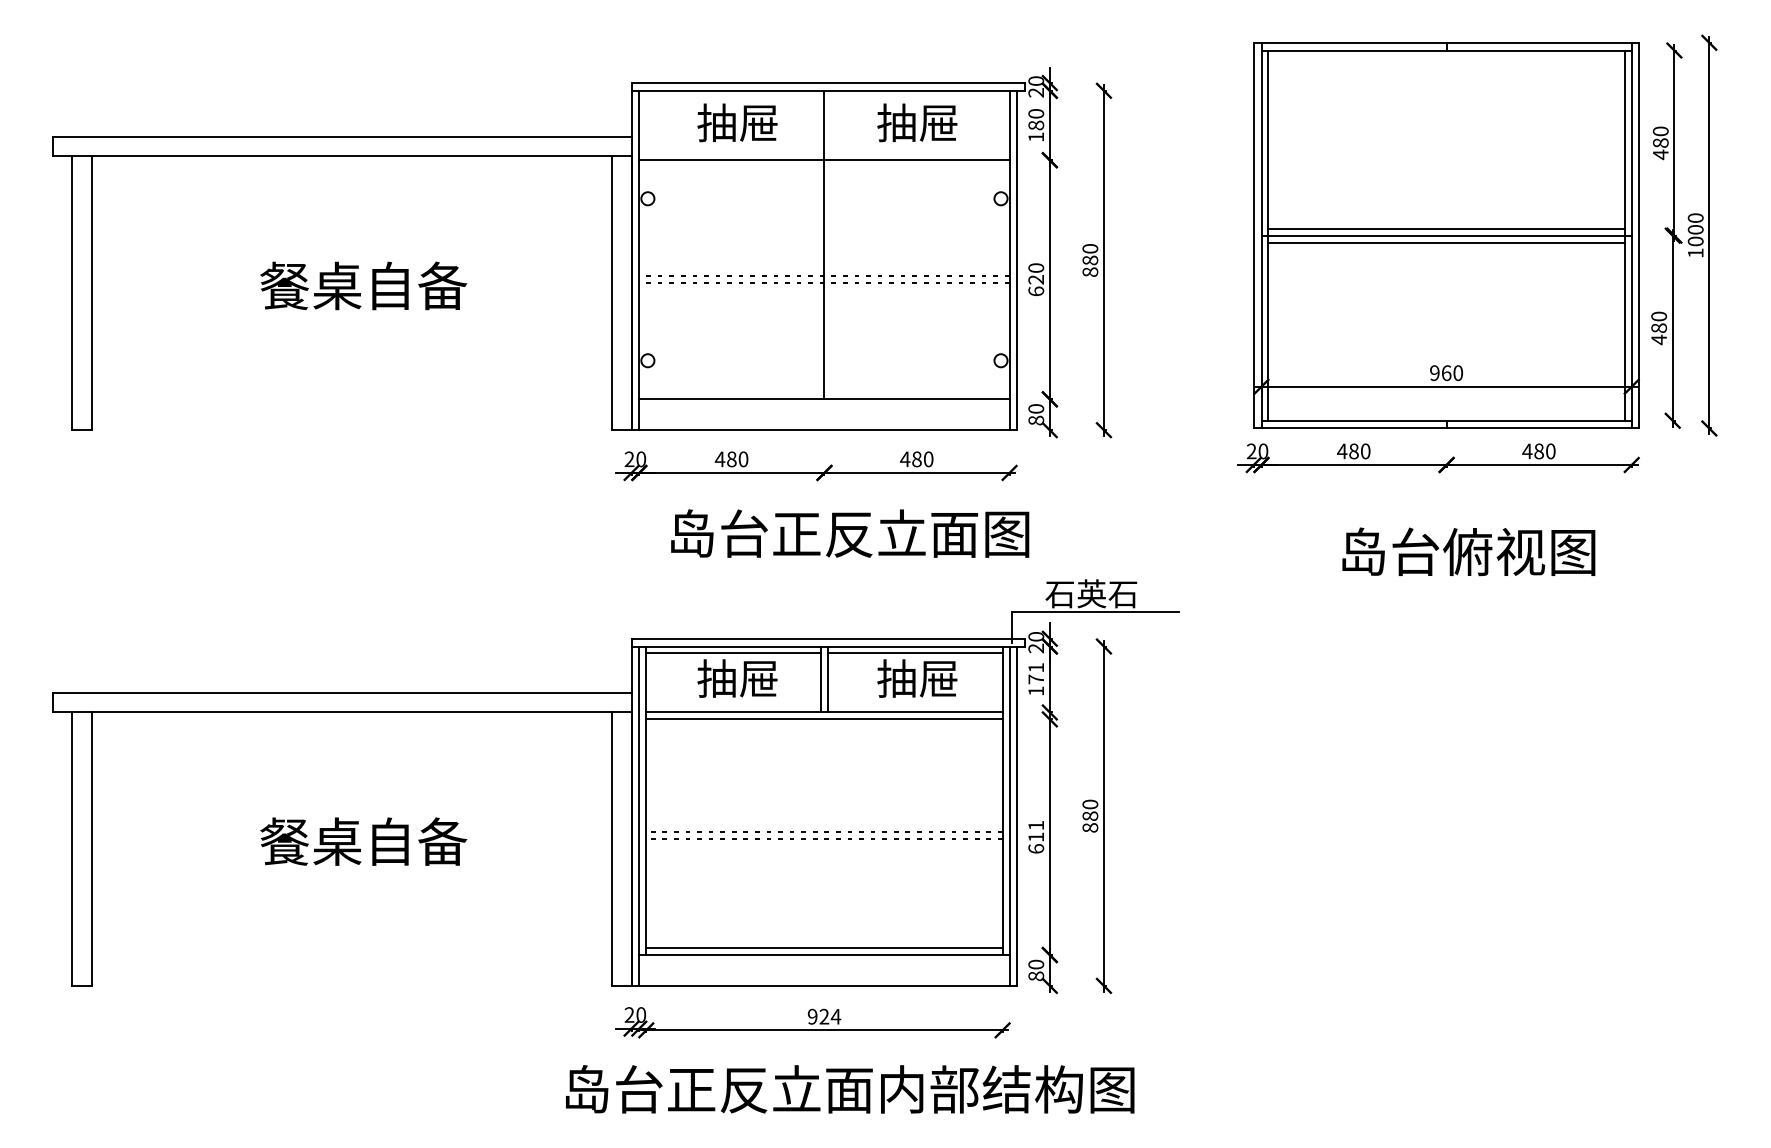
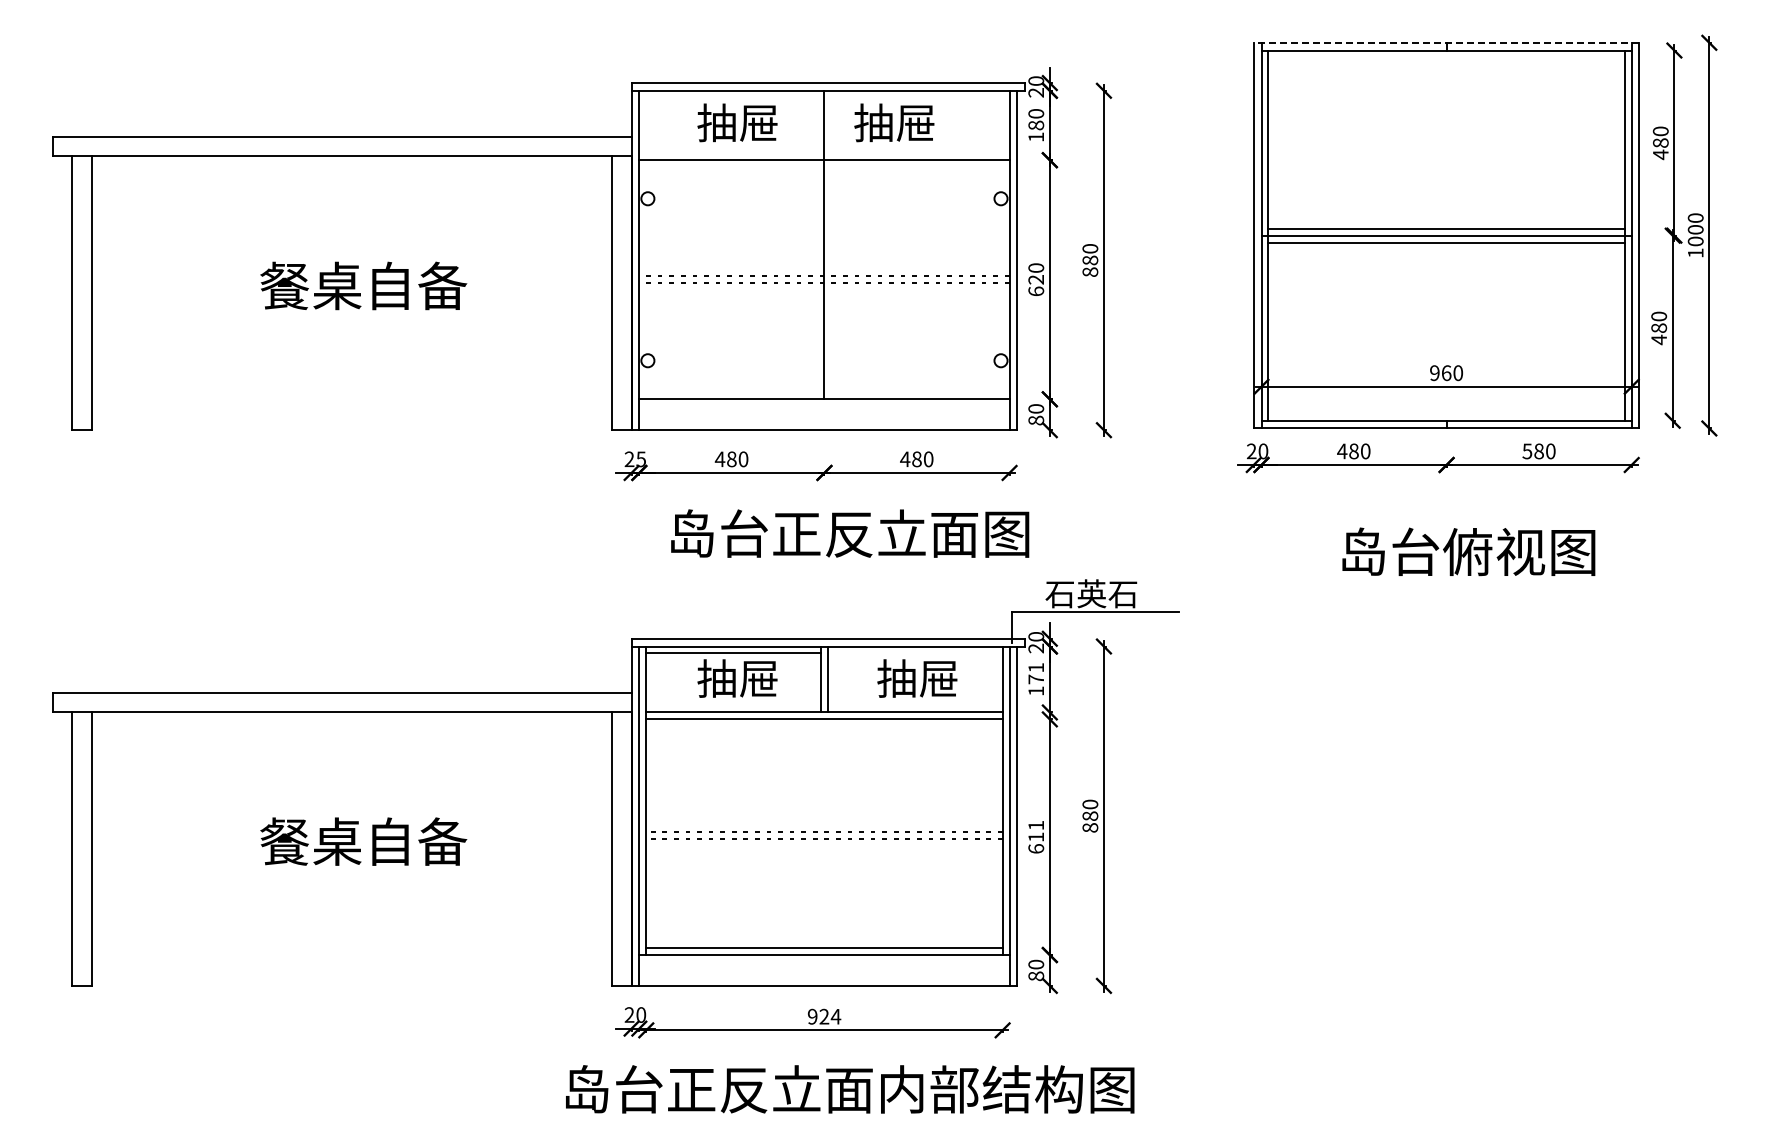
line at (1446, 42): solid -> dashed
text at (917, 122) position: (917, 122) -> (894, 122)
text at (1527, 451): 480 -> 580
text at (641, 459): 20 -> 25
line at (914, 653): present -> none
